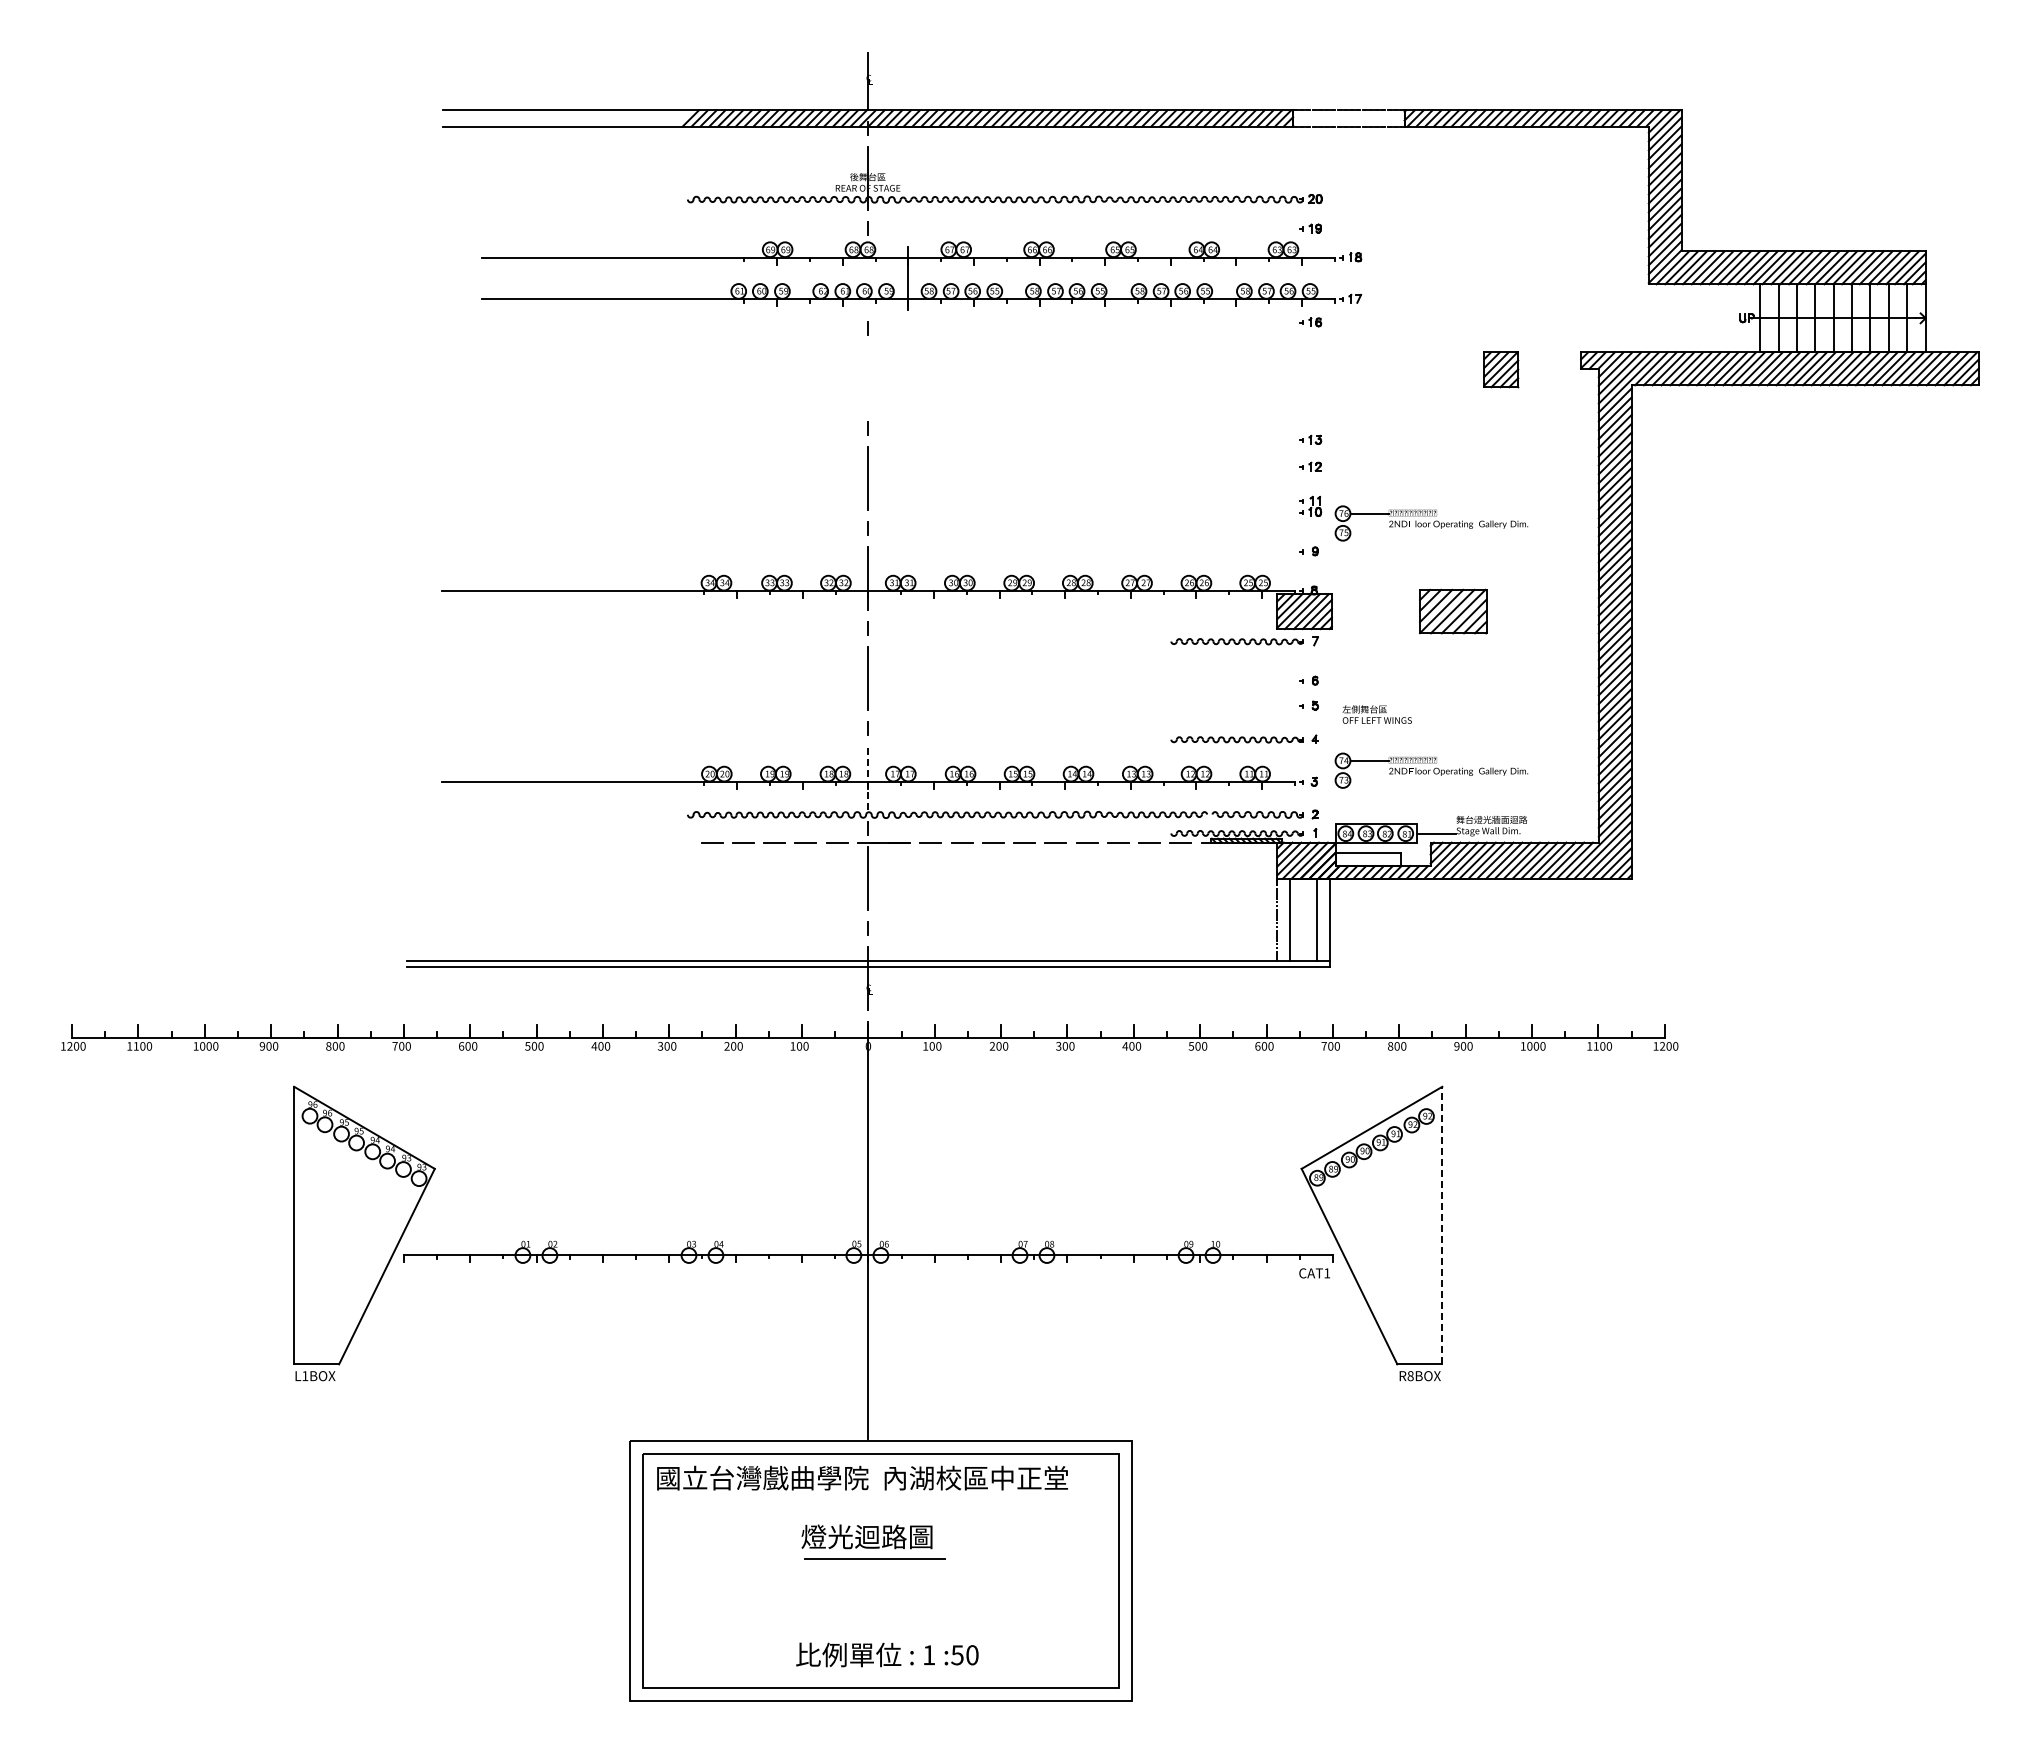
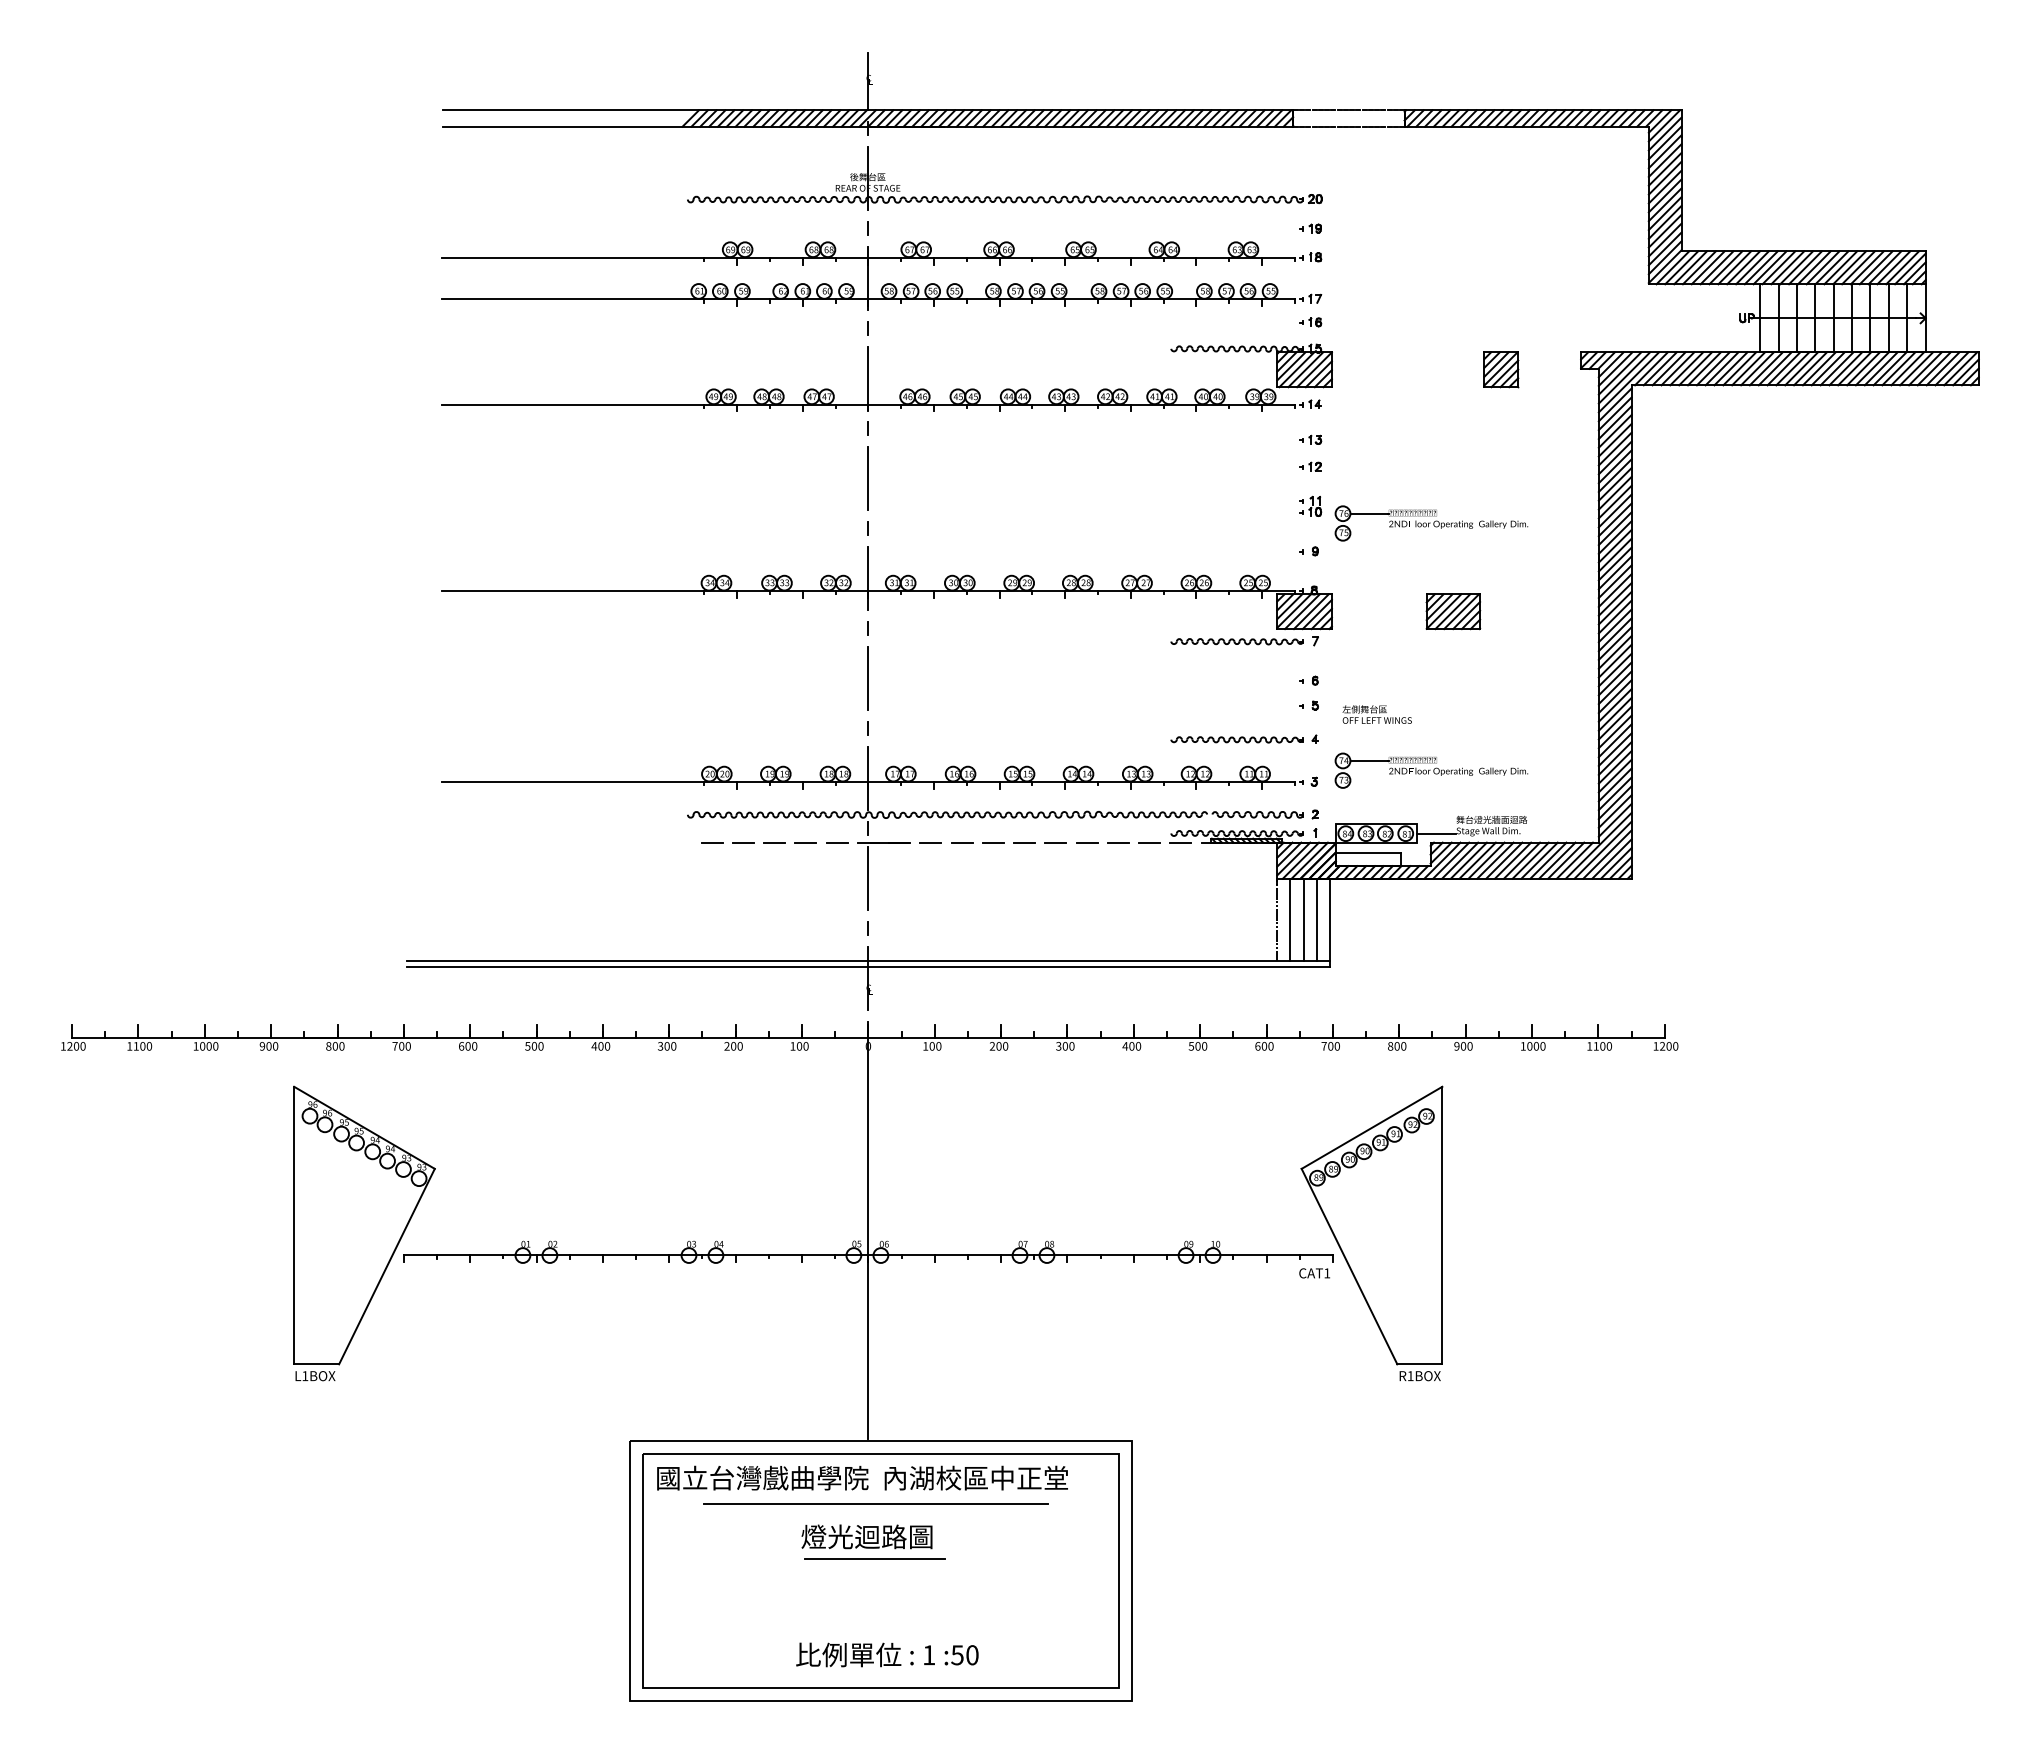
part at (926, 283) position: (926, 283) -> (886, 283)
part at (868, 377): none -> present
part at (1453, 611) size: 69x47 px -> 57x38 px
line at (868, 778): dashed -> solid
line at (1303, 919): none -> present
line at (1442, 1225): dashed -> solid
text at (1410, 1376): R8BOX -> R1BOX
line at (875, 1503): none -> present
